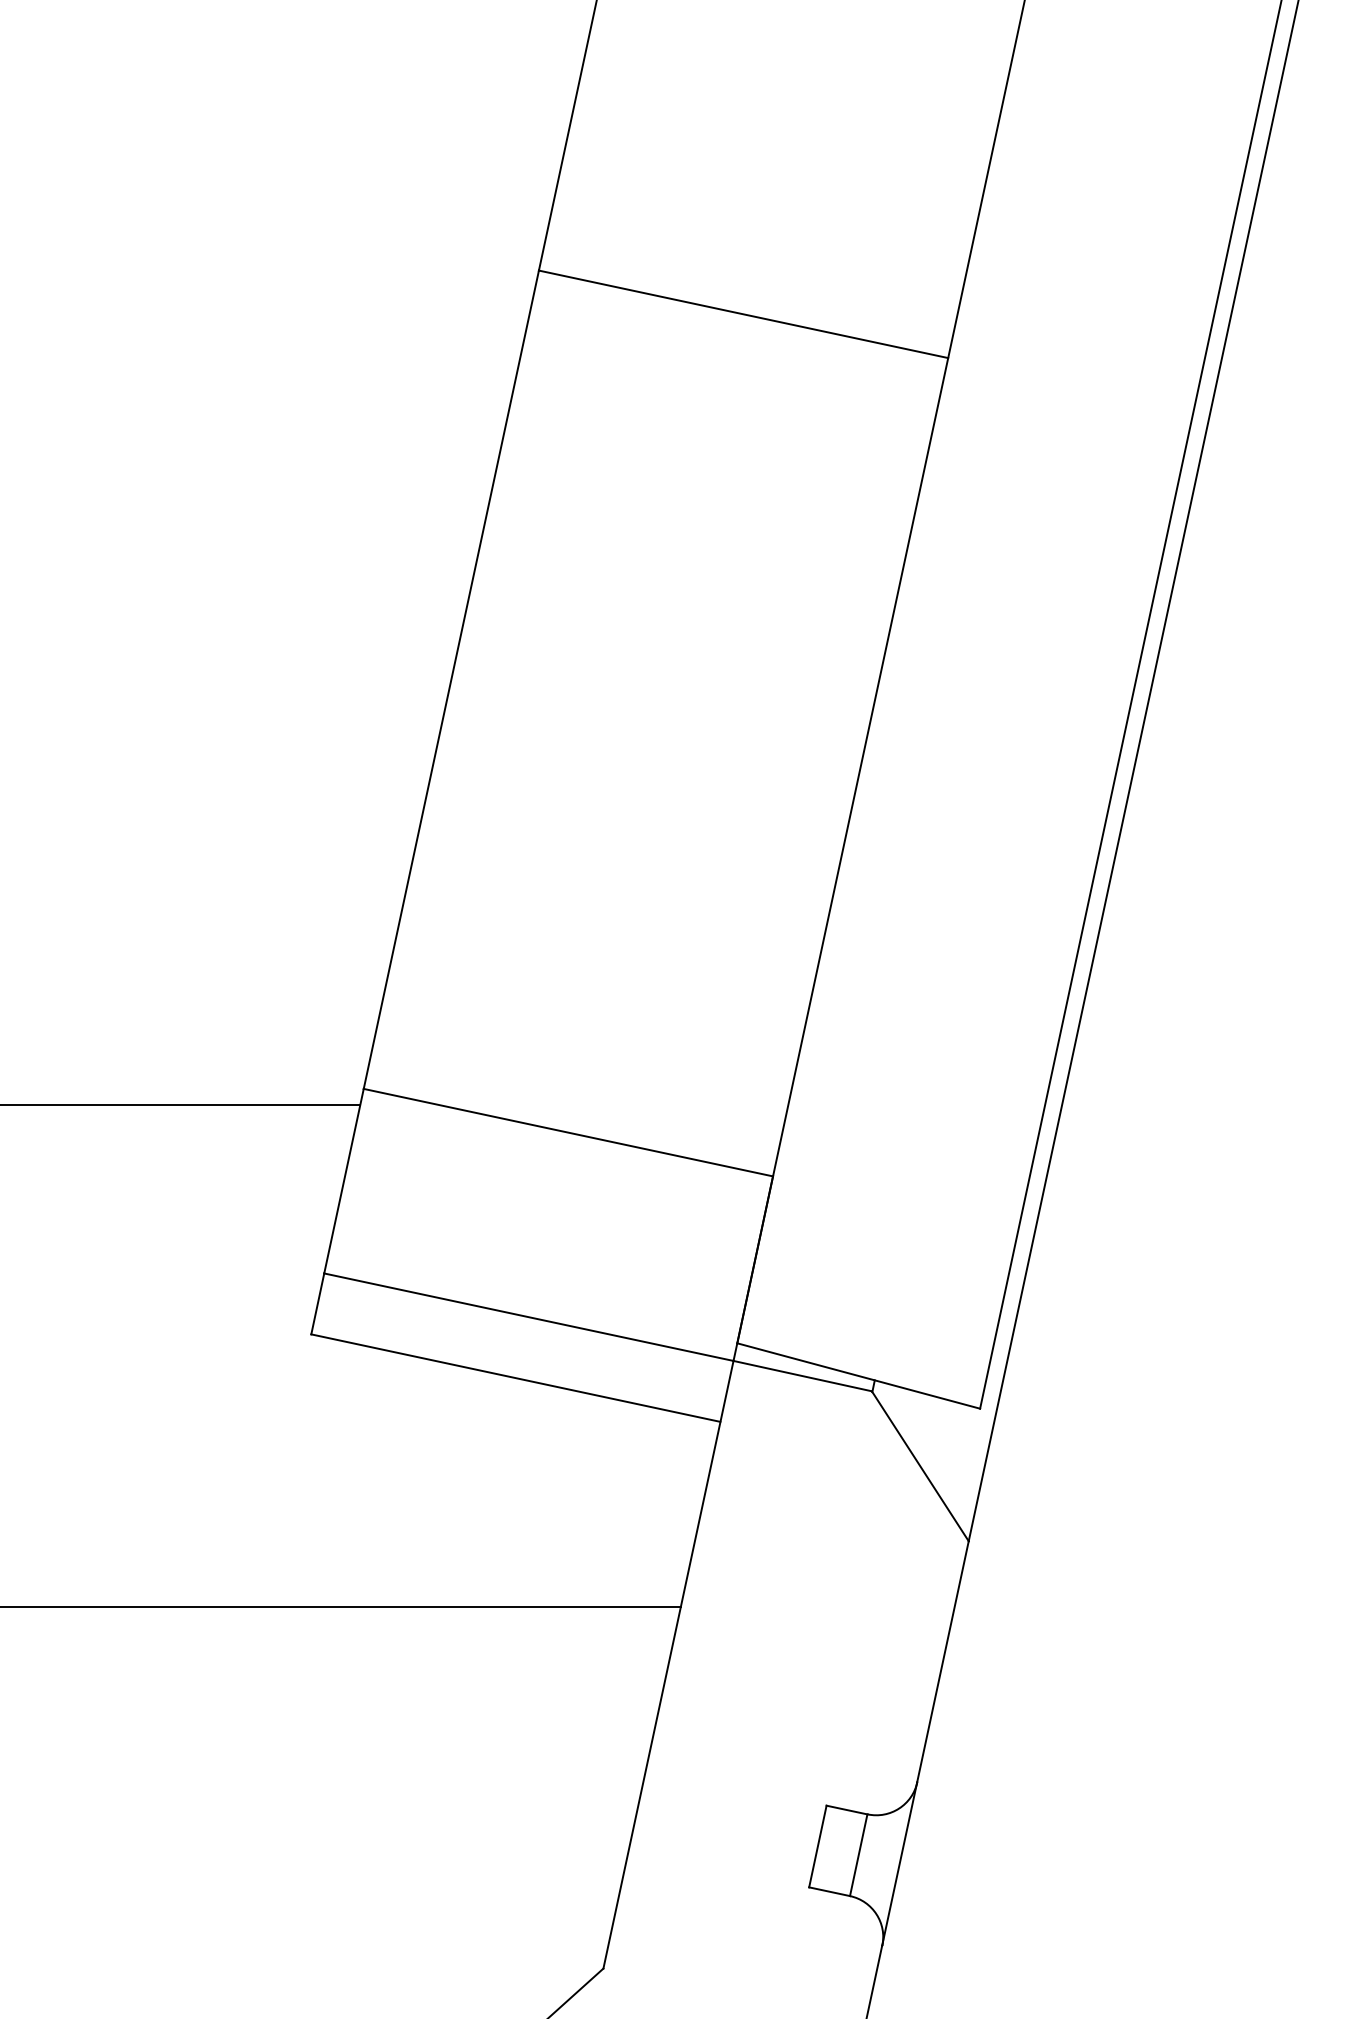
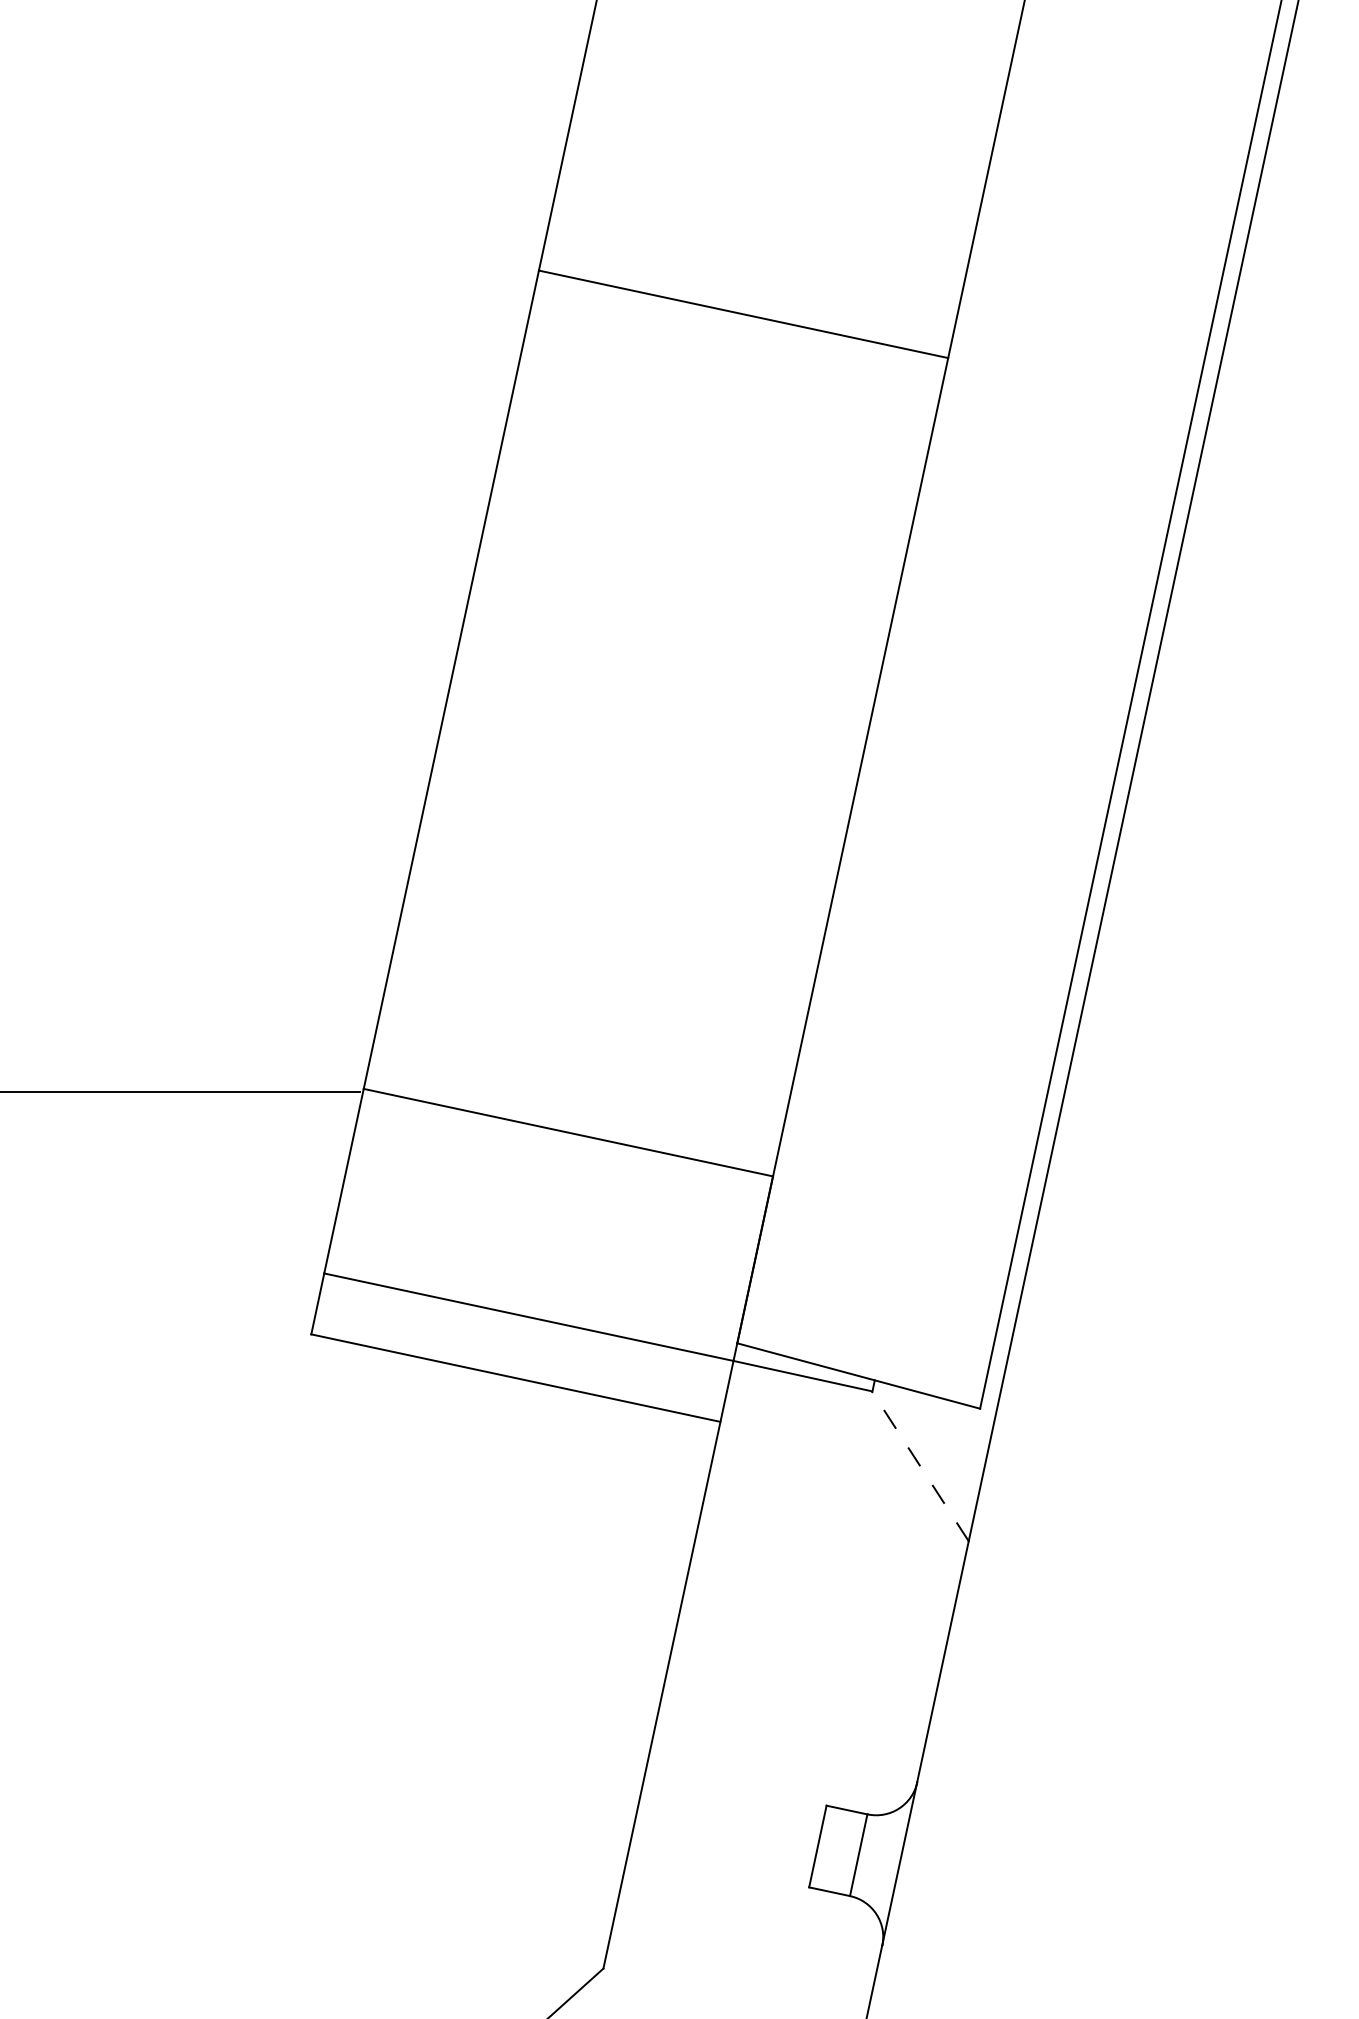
line at (181, 1105) position: (181, 1105) -> (181, 1092)
line at (920, 1465): solid -> dashed
line at (341, 1607): present -> none
